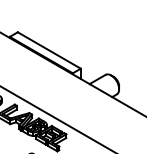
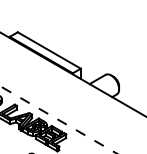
line at (59, 120): solid -> dashed
